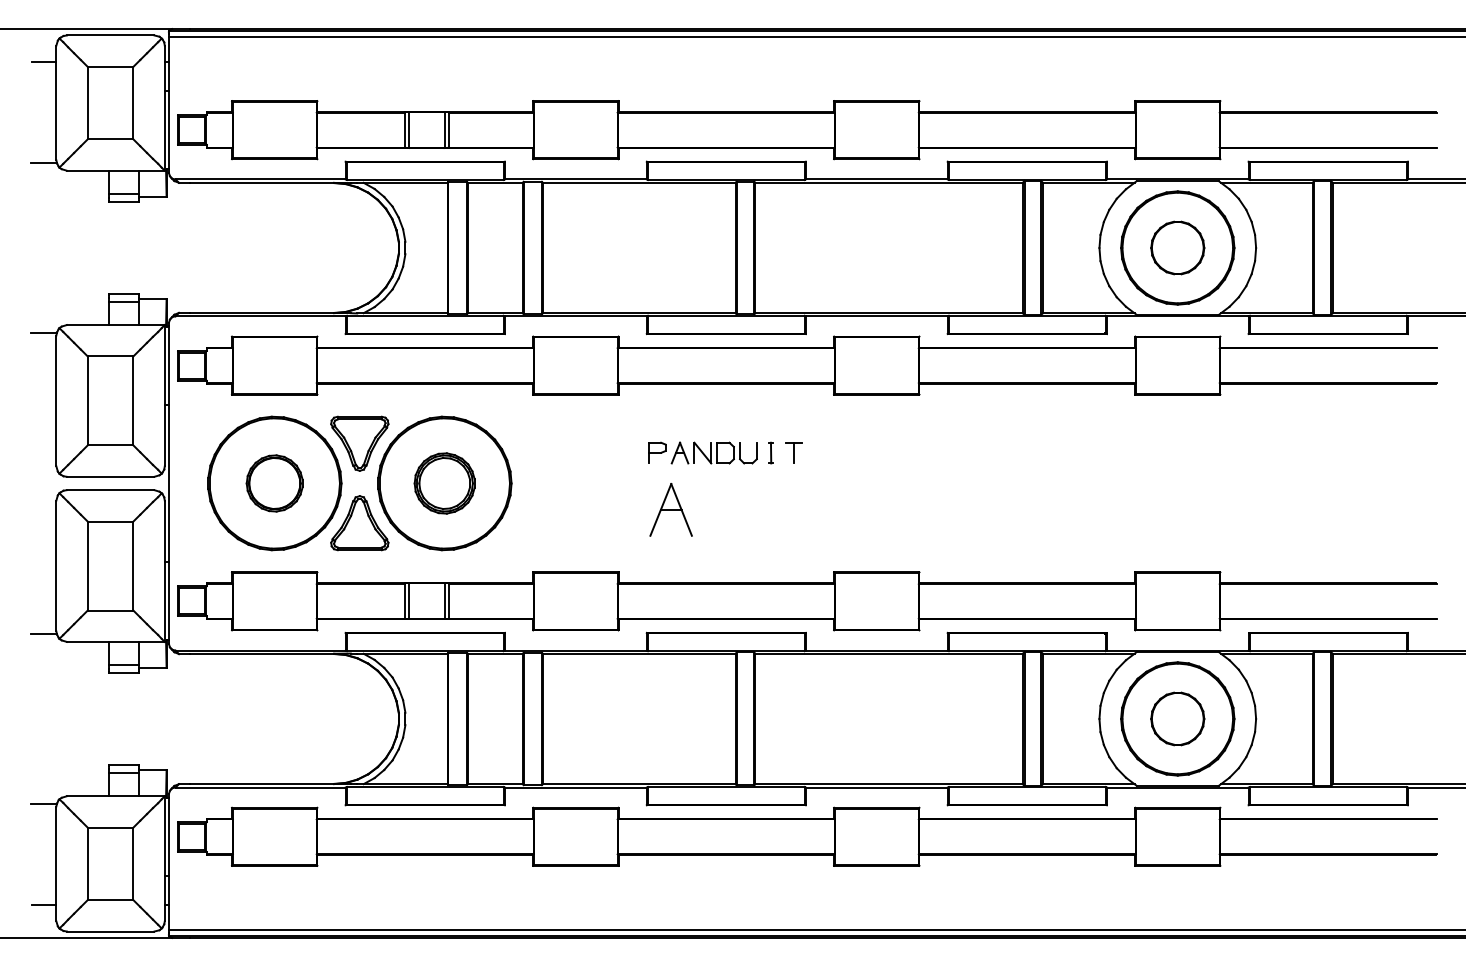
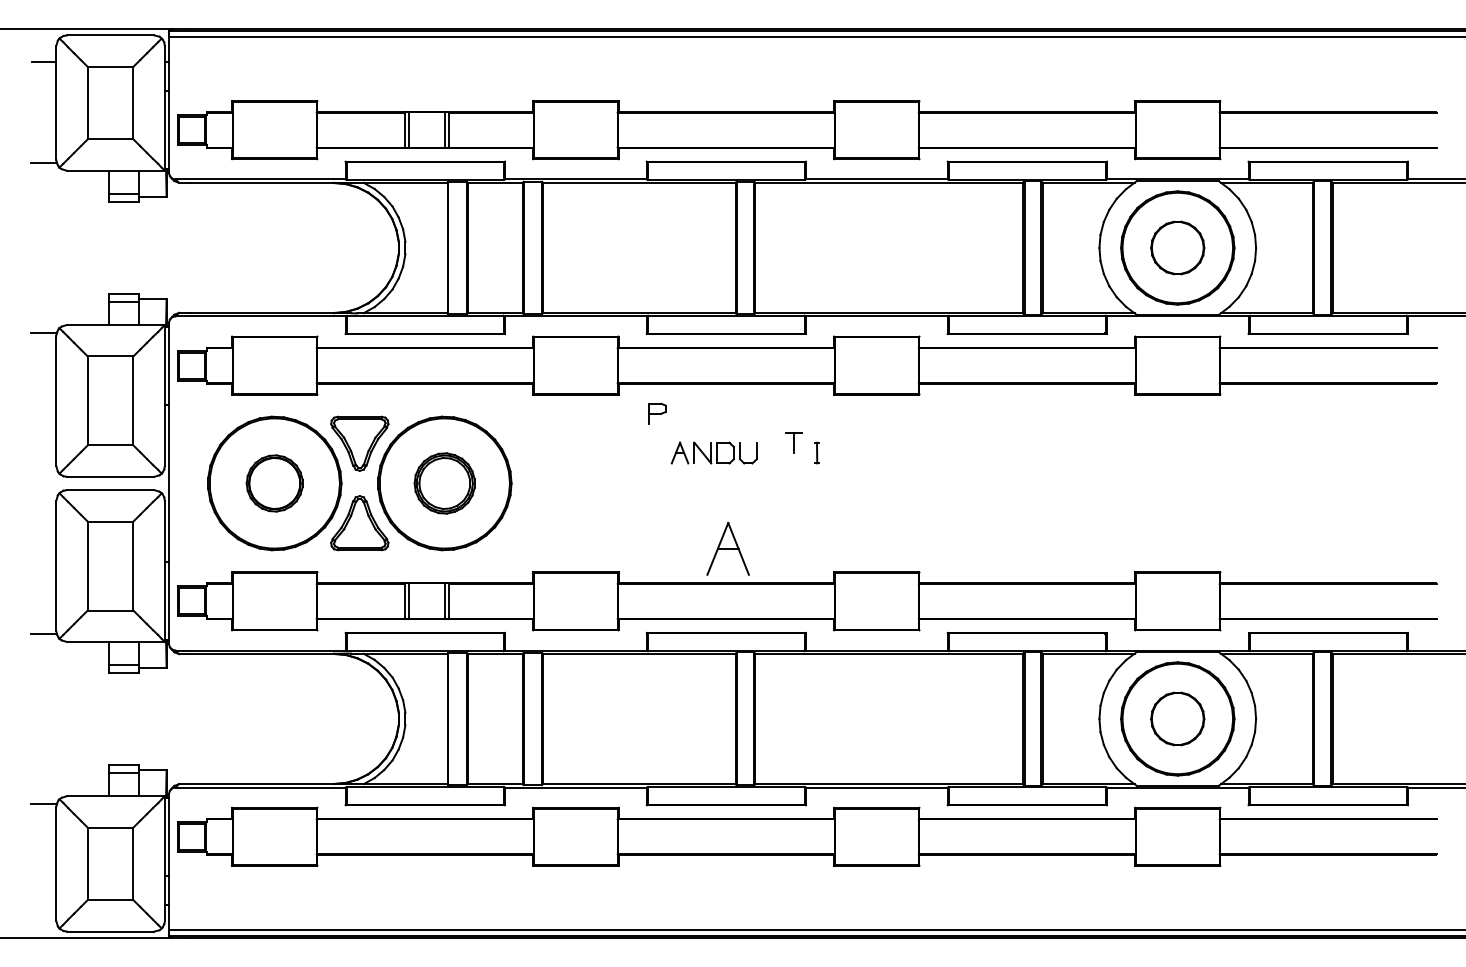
part at (657, 452) position: (657, 452) -> (657, 413)
part at (770, 452) position: (770, 452) -> (816, 452)
part at (793, 452) position: (793, 452) -> (793, 442)
part at (670, 509) position: (670, 509) -> (727, 548)
line at (43, 905): present -> none
